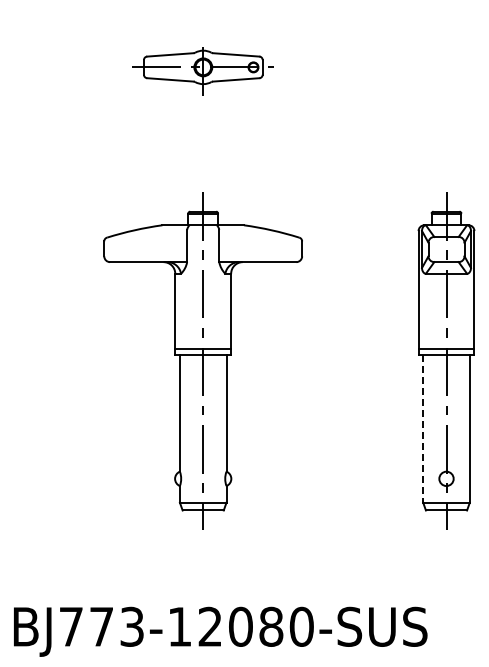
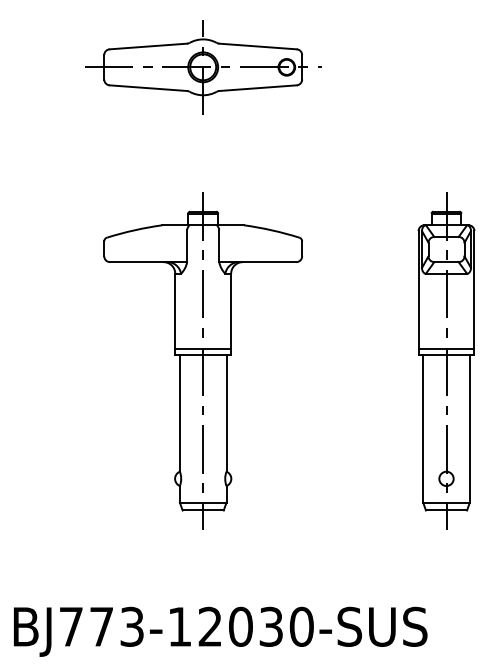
part at (202, 71) size: 142x49 px -> 237x95 px
line at (423, 429): dashed -> solid
text at (271, 626): BJ773-12080-SUS -> BJ773-12030-SUS
